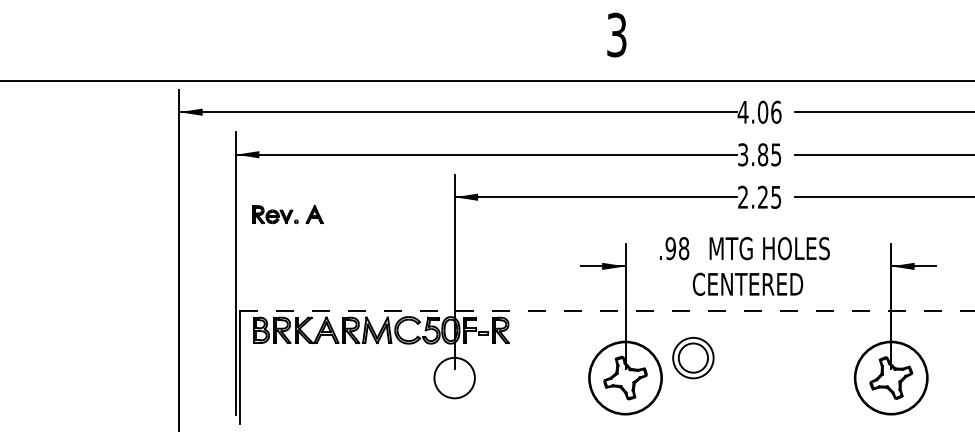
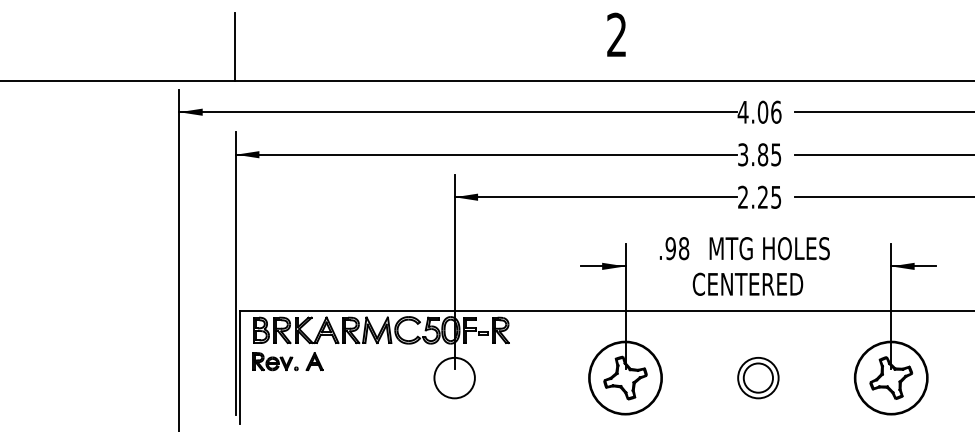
text at (616, 35): 3 -> 2
line at (234, 46): none -> present
part at (287, 214) position: (287, 214) -> (287, 361)
line at (607, 310): dashed -> solid
part at (693, 358) position: (693, 358) -> (758, 378)
